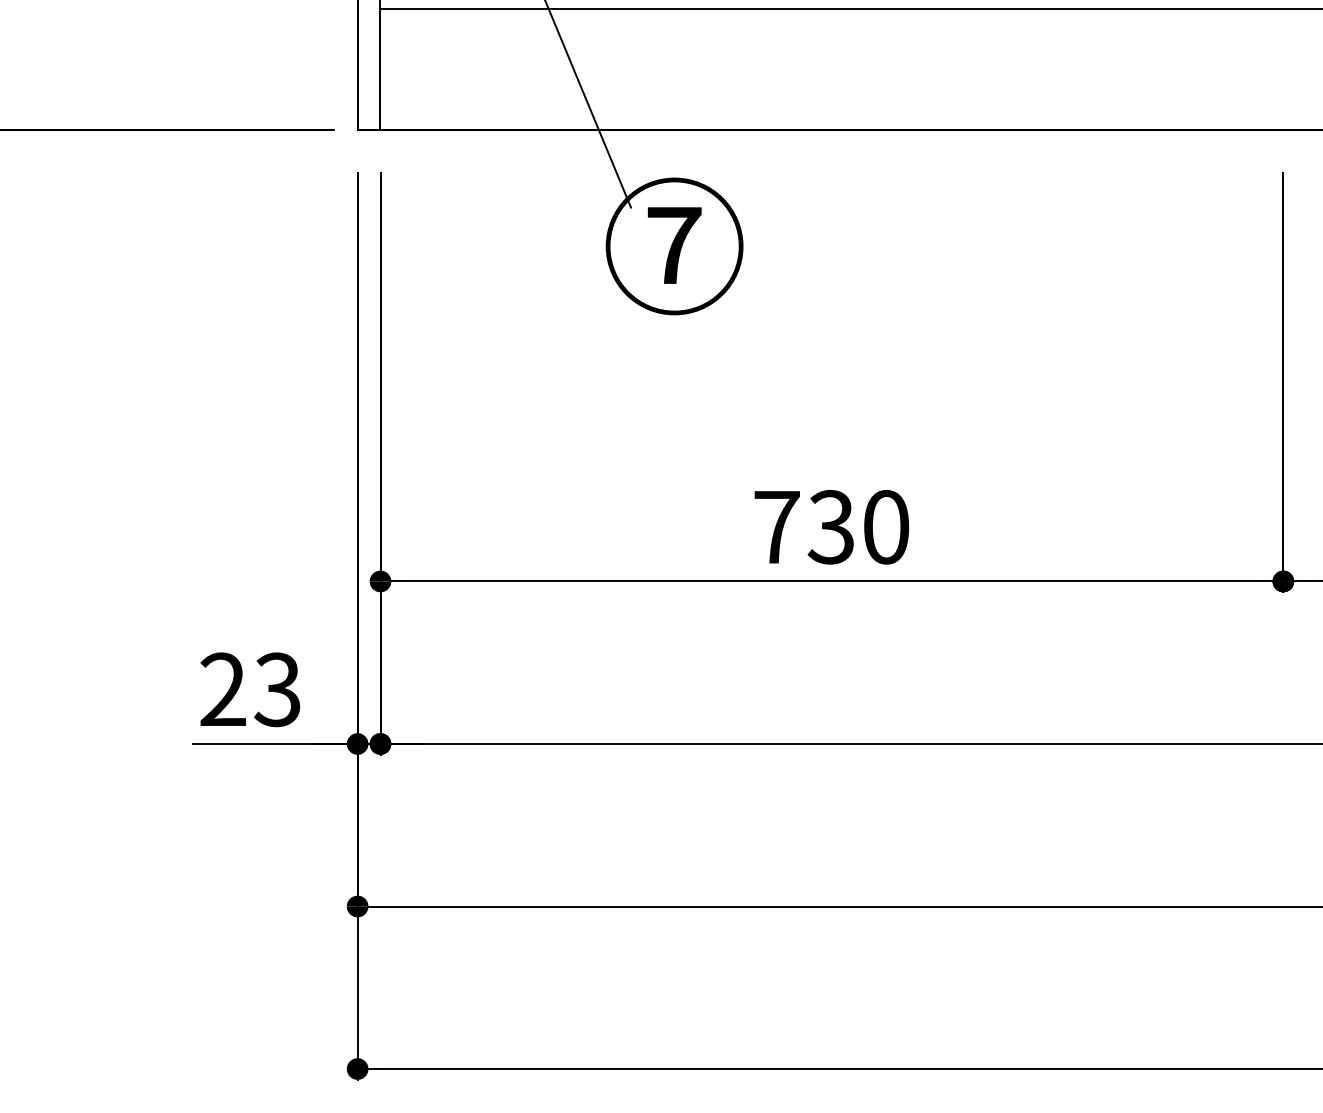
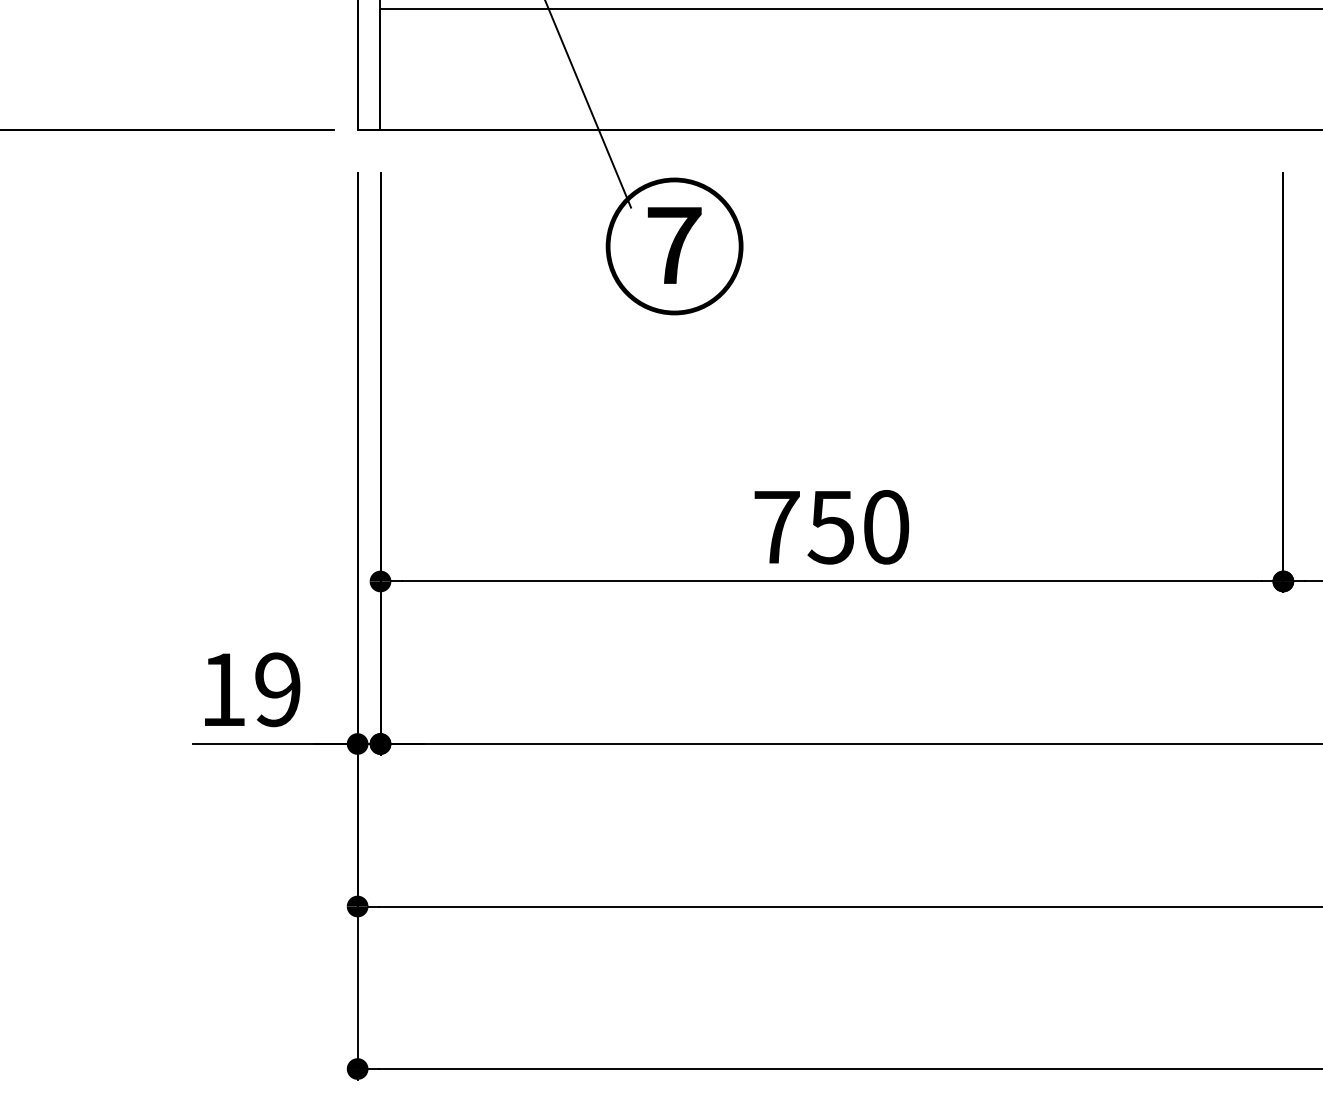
text at (830, 527): 730 -> 750
text at (250, 689): 23 -> 19
